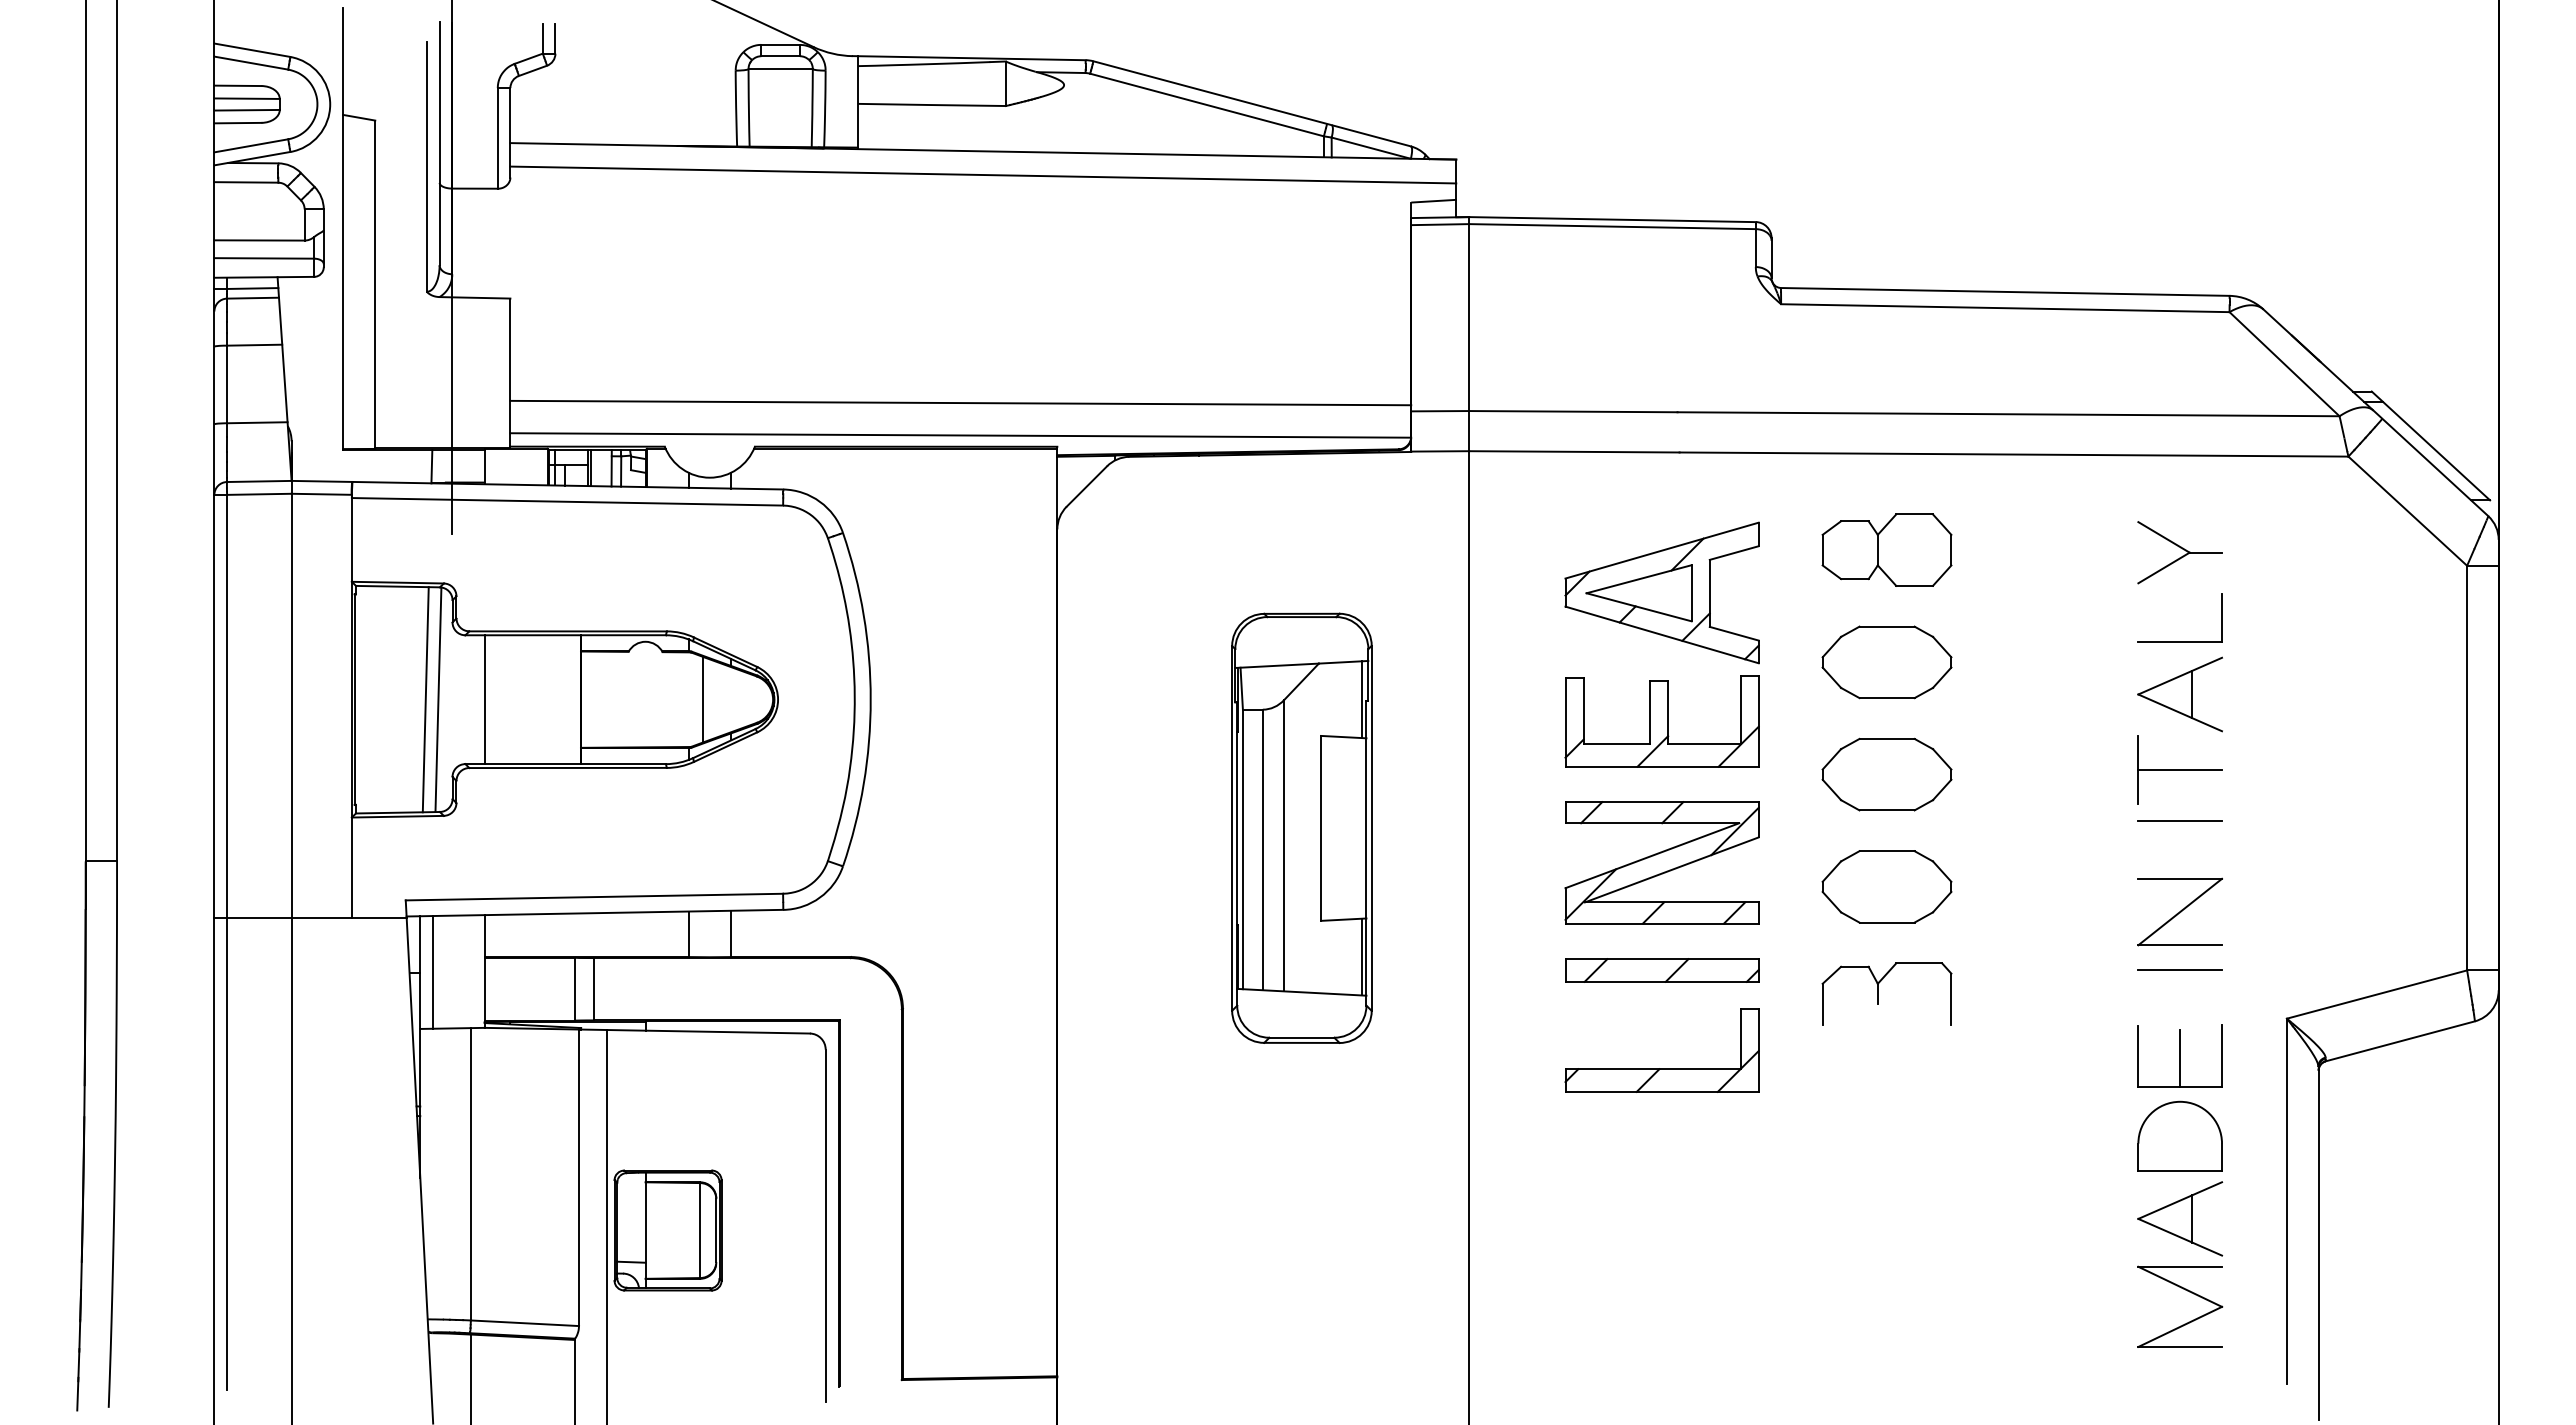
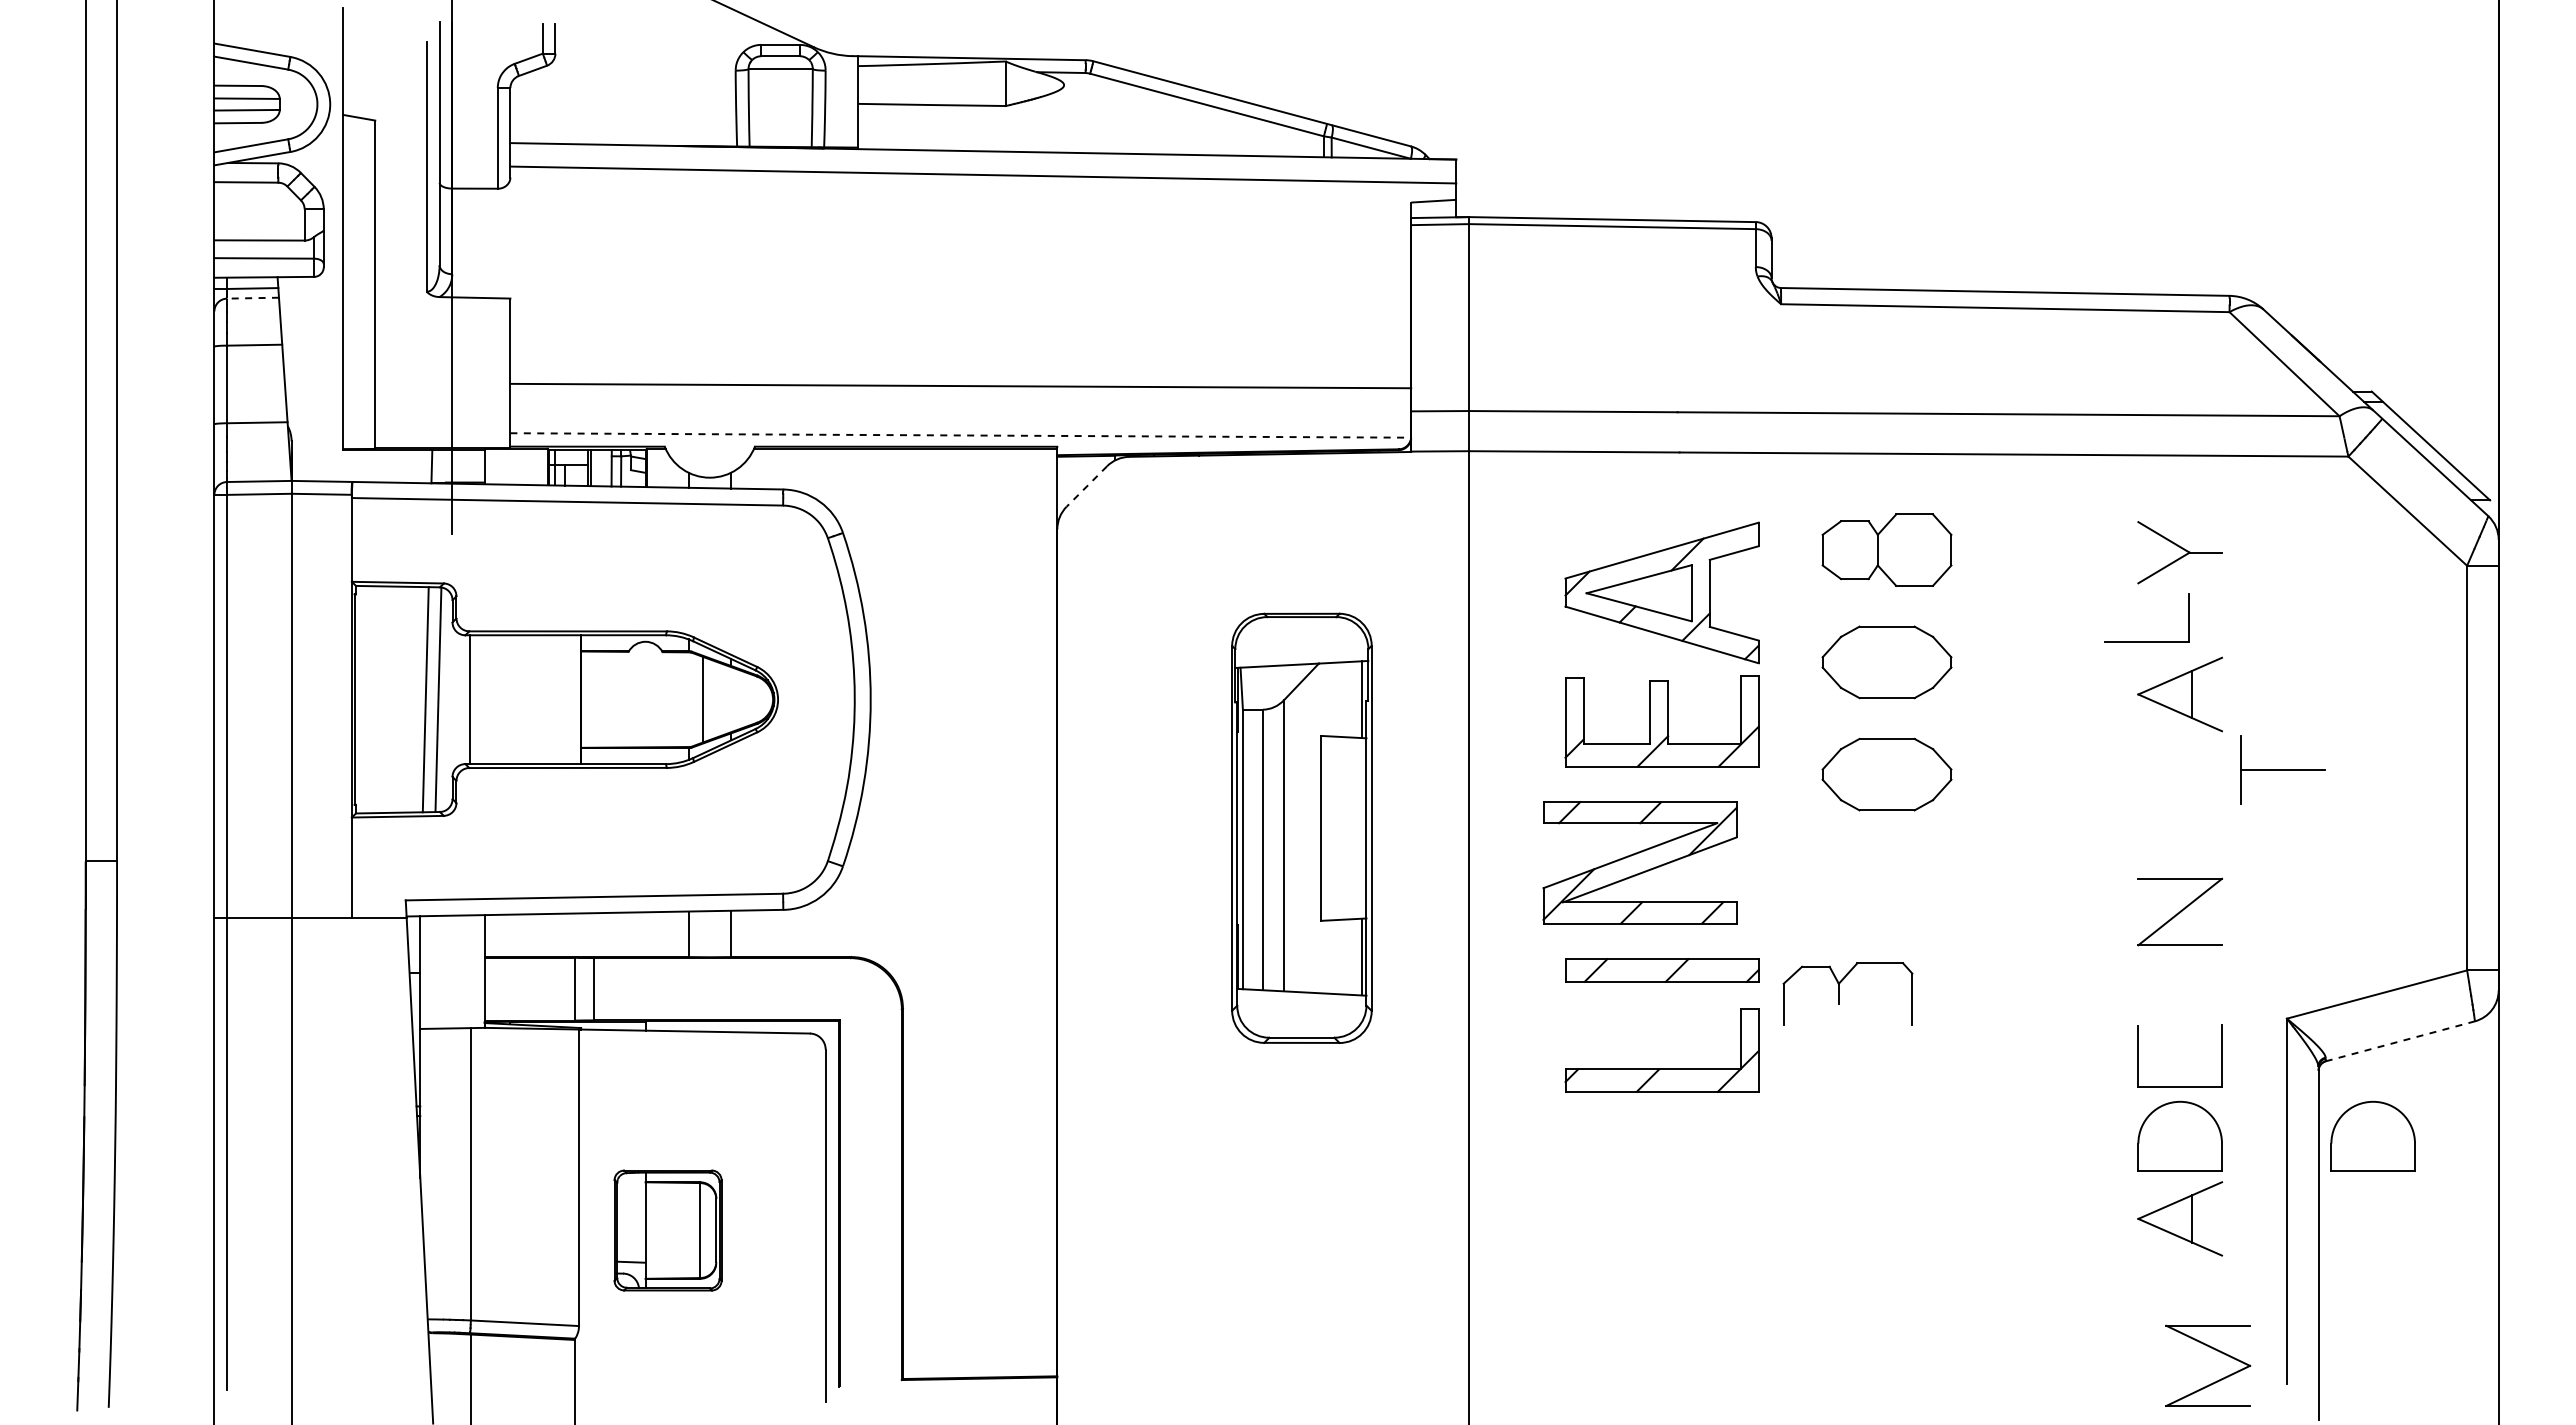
line at (253, 298): solid -> dashed
line at (960, 402) position: (960, 402) -> (960, 385)
line at (961, 435): solid -> dashed
line at (1086, 486): solid -> dashed
part at (2179, 641) position: (2179, 641) -> (2146, 641)
line at (484, 699) position: (484, 699) -> (469, 699)
part at (2179, 769) position: (2179, 769) -> (2282, 769)
line at (2180, 821): present -> none
part at (1661, 862) position: (1661, 862) -> (1639, 862)
part at (1886, 886): present -> none
line at (2180, 970): present -> none
line at (432, 971): present -> none
part at (1878, 993) position: (1878, 993) -> (1839, 993)
line at (2400, 1041): solid -> dashed
line at (2180, 1057): present -> none
part at (2372, 1135): none -> present
line at (606, 1225): present -> none
part at (2187, 1291) position: (2187, 1291) -> (2215, 1350)
